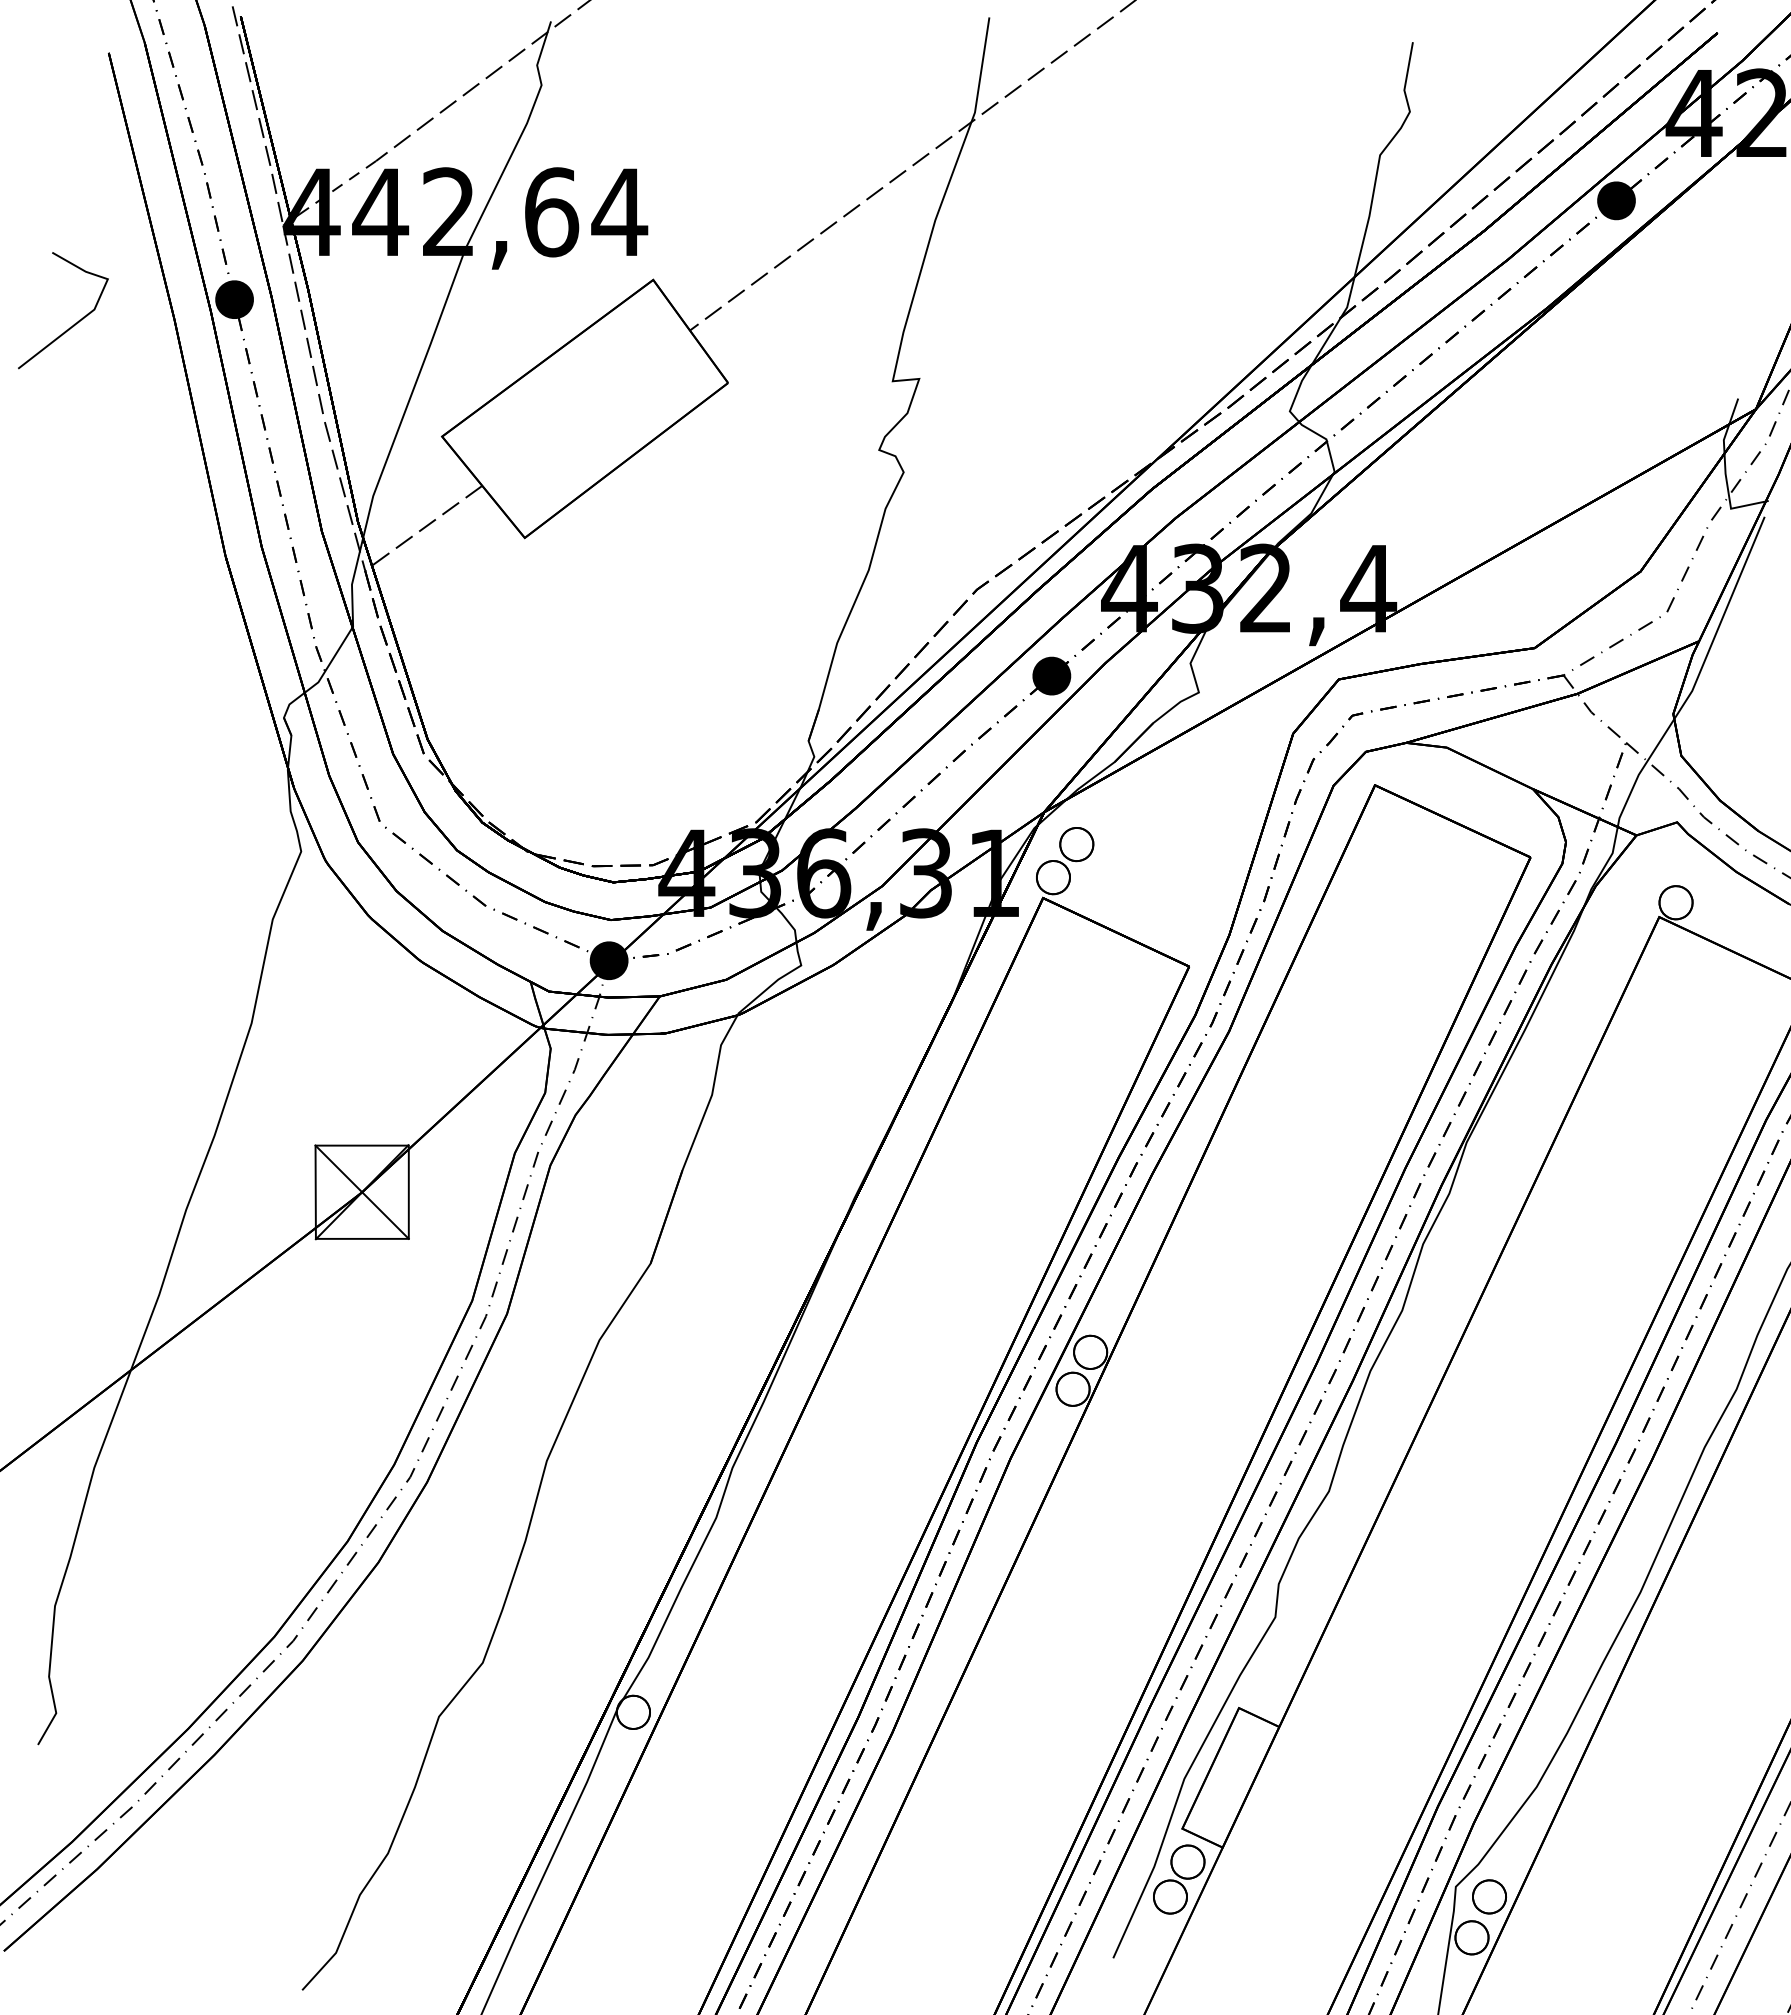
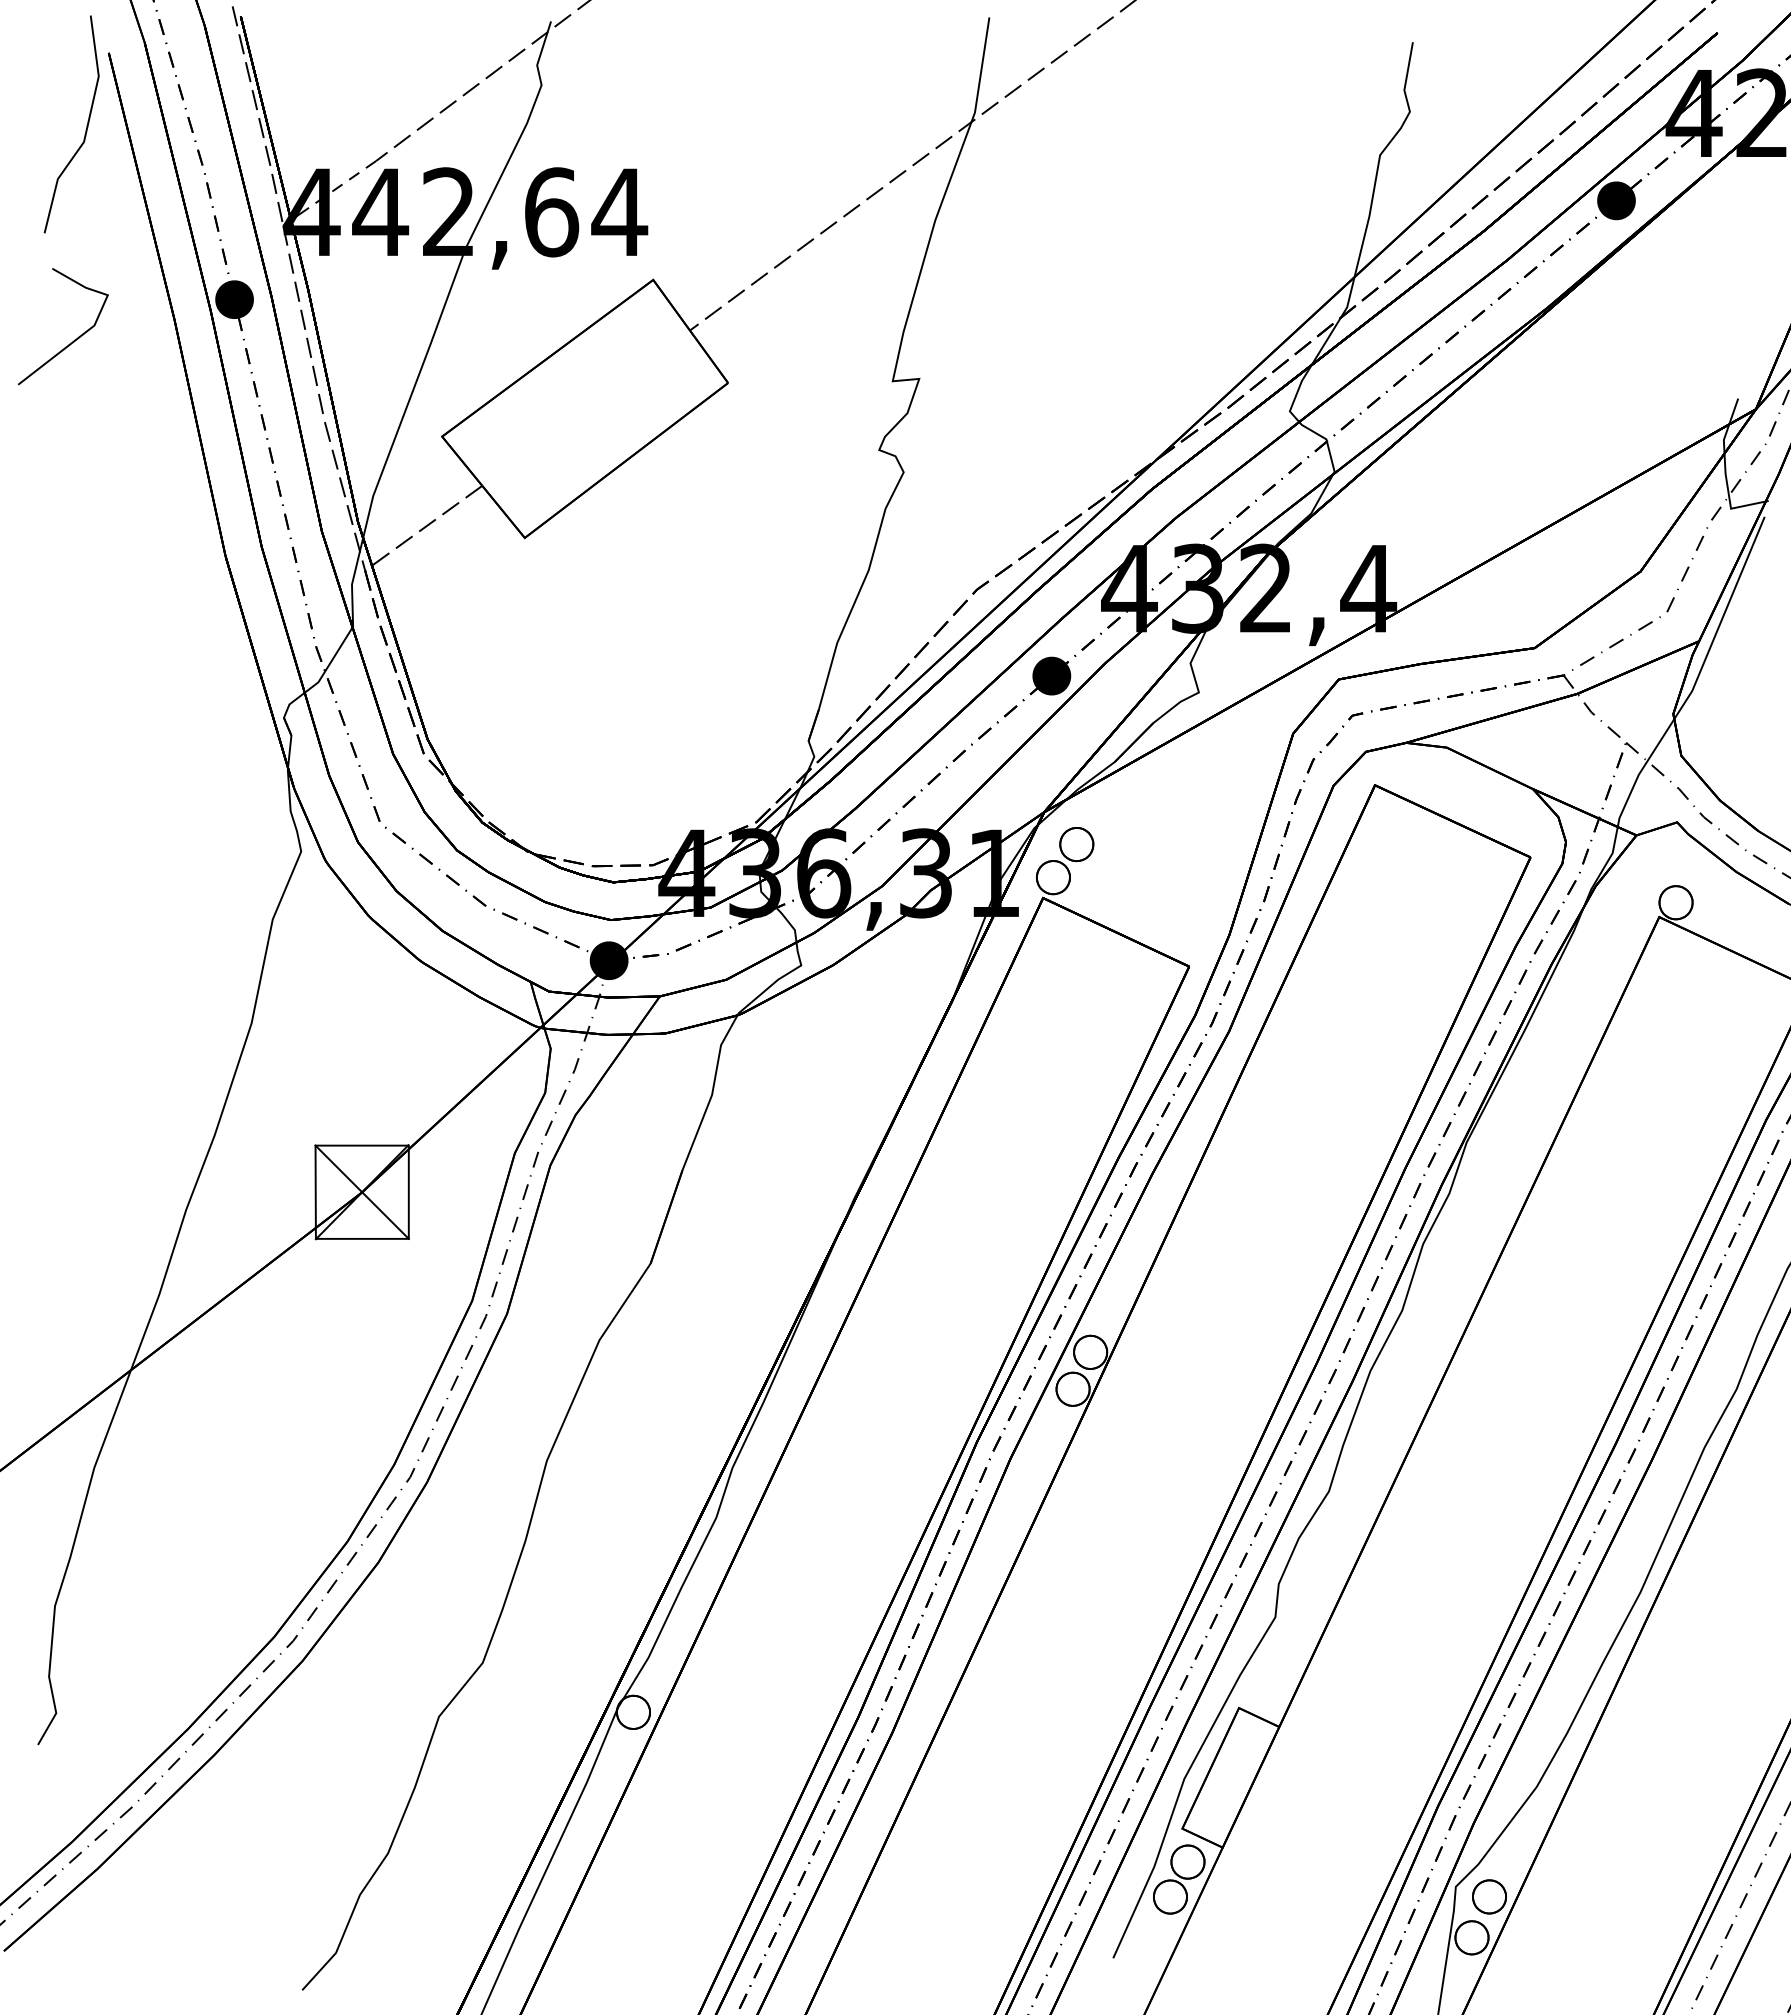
line at (85, 129): none -> present
line at (74, 323) position: (74, 323) -> (74, 339)
